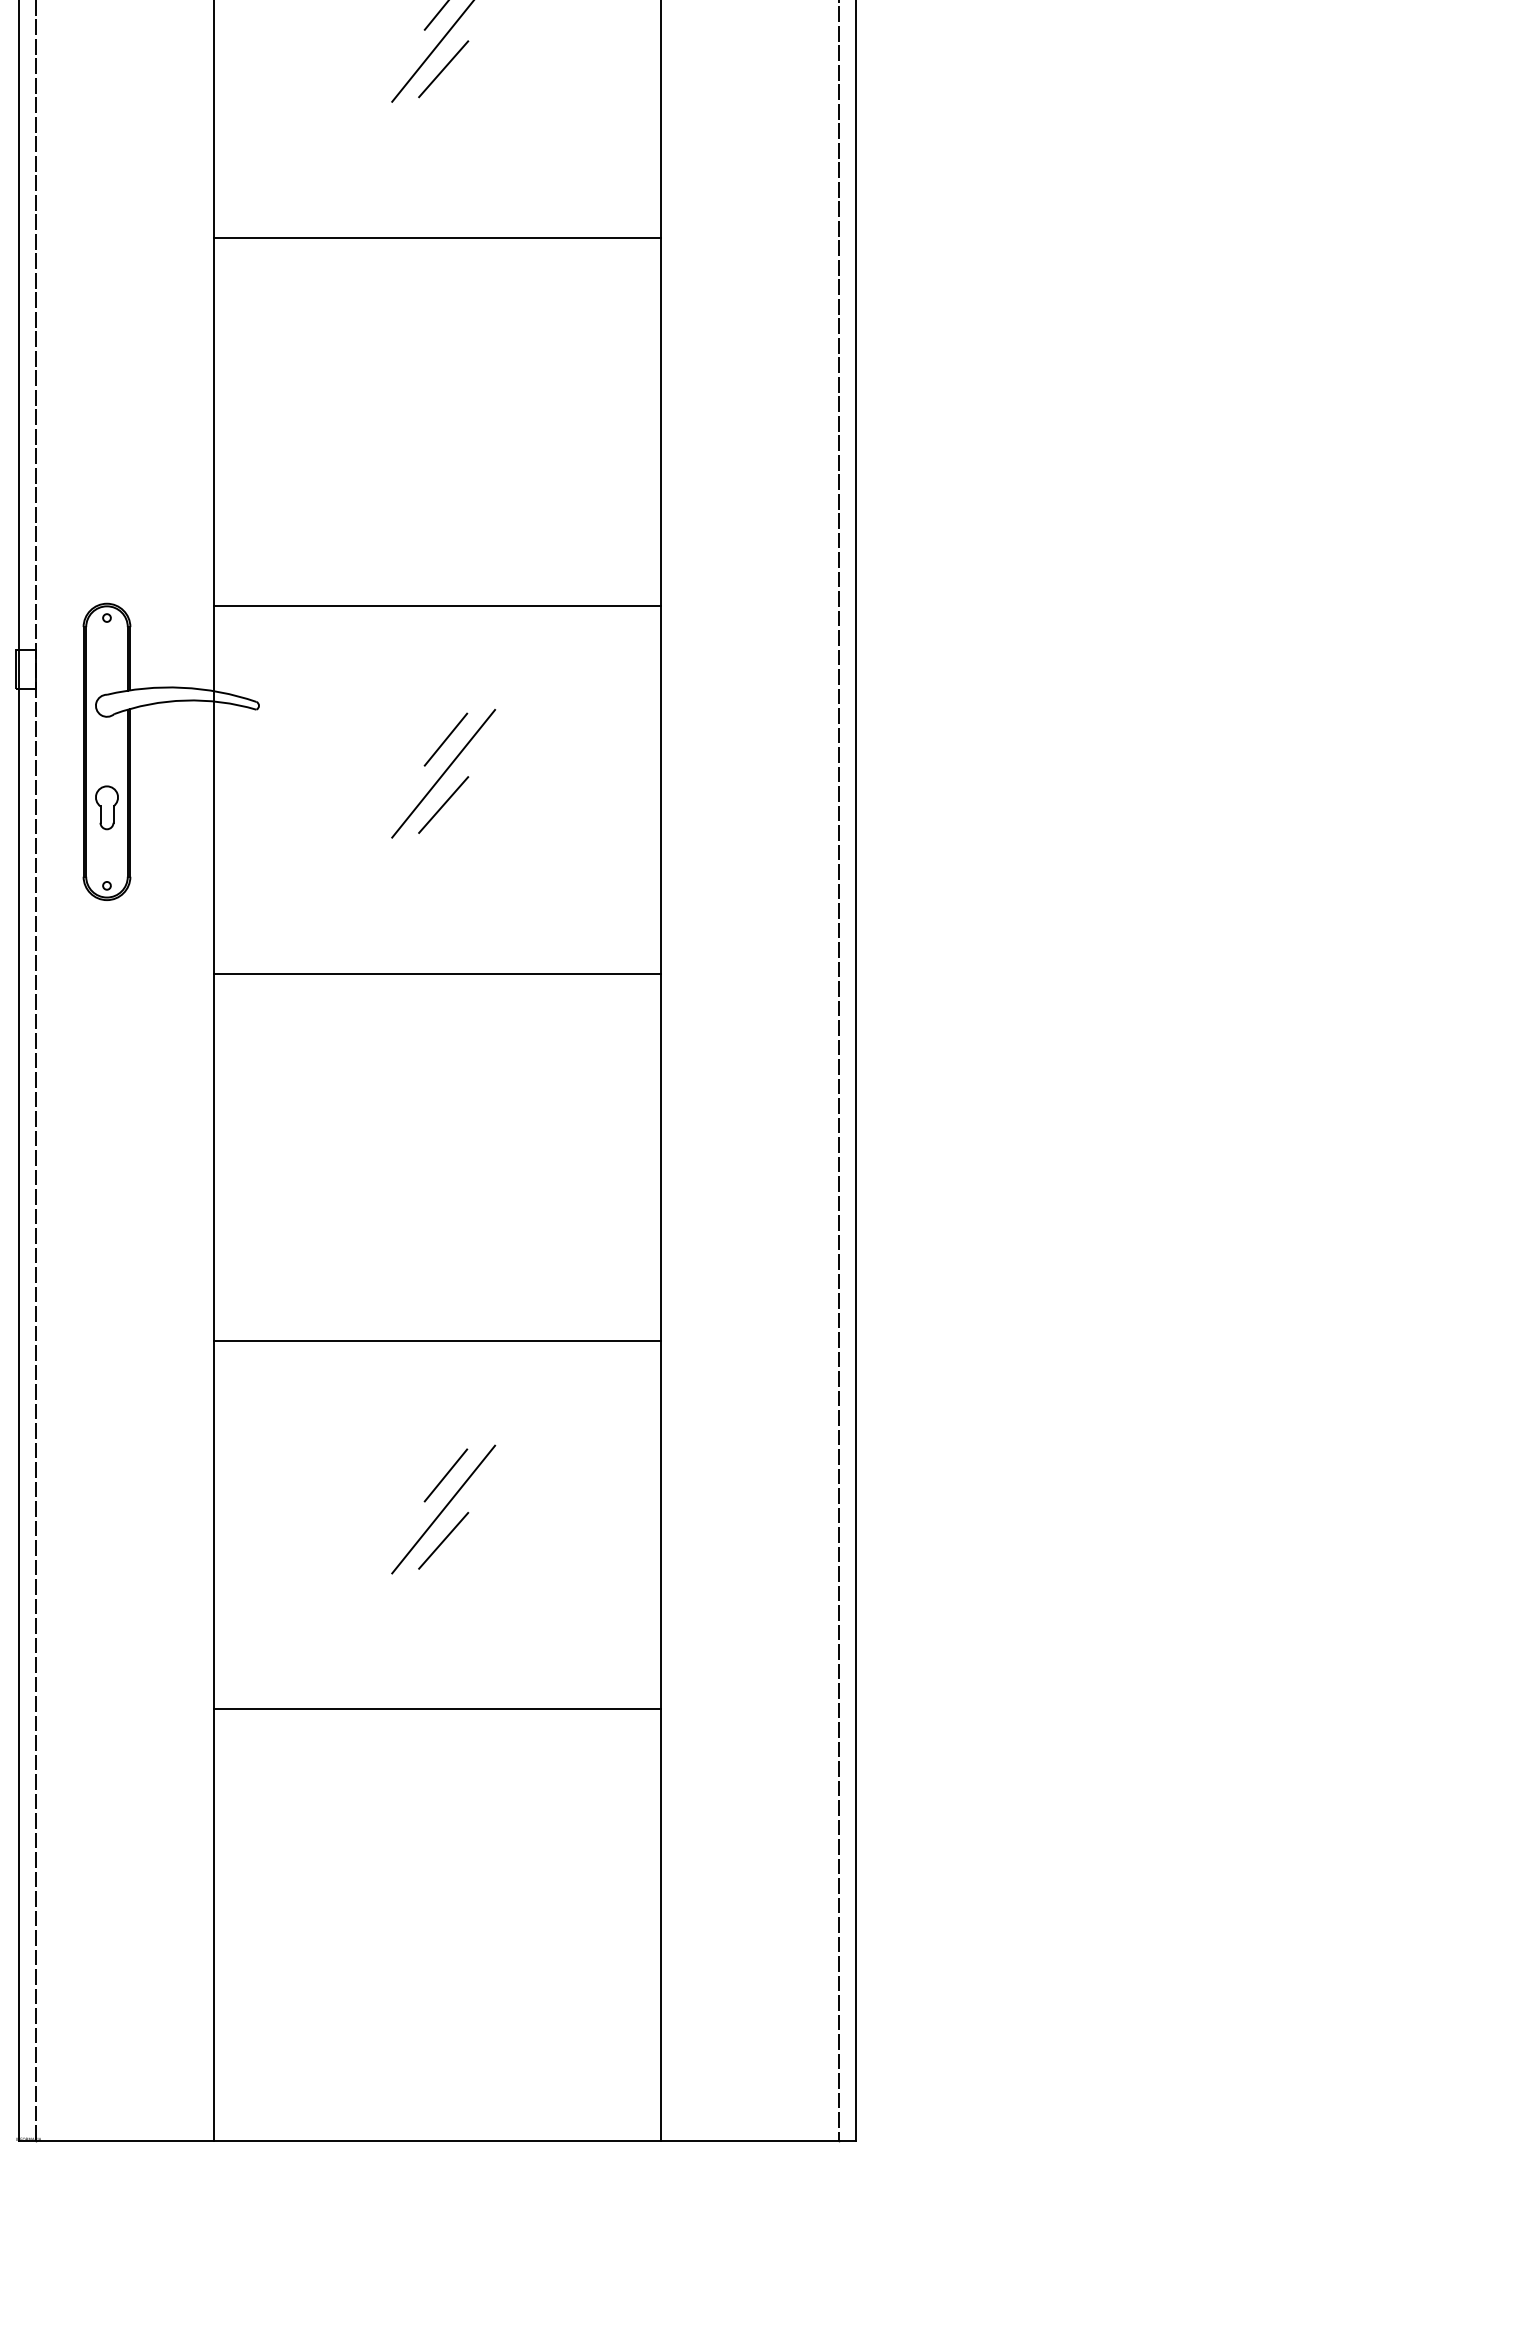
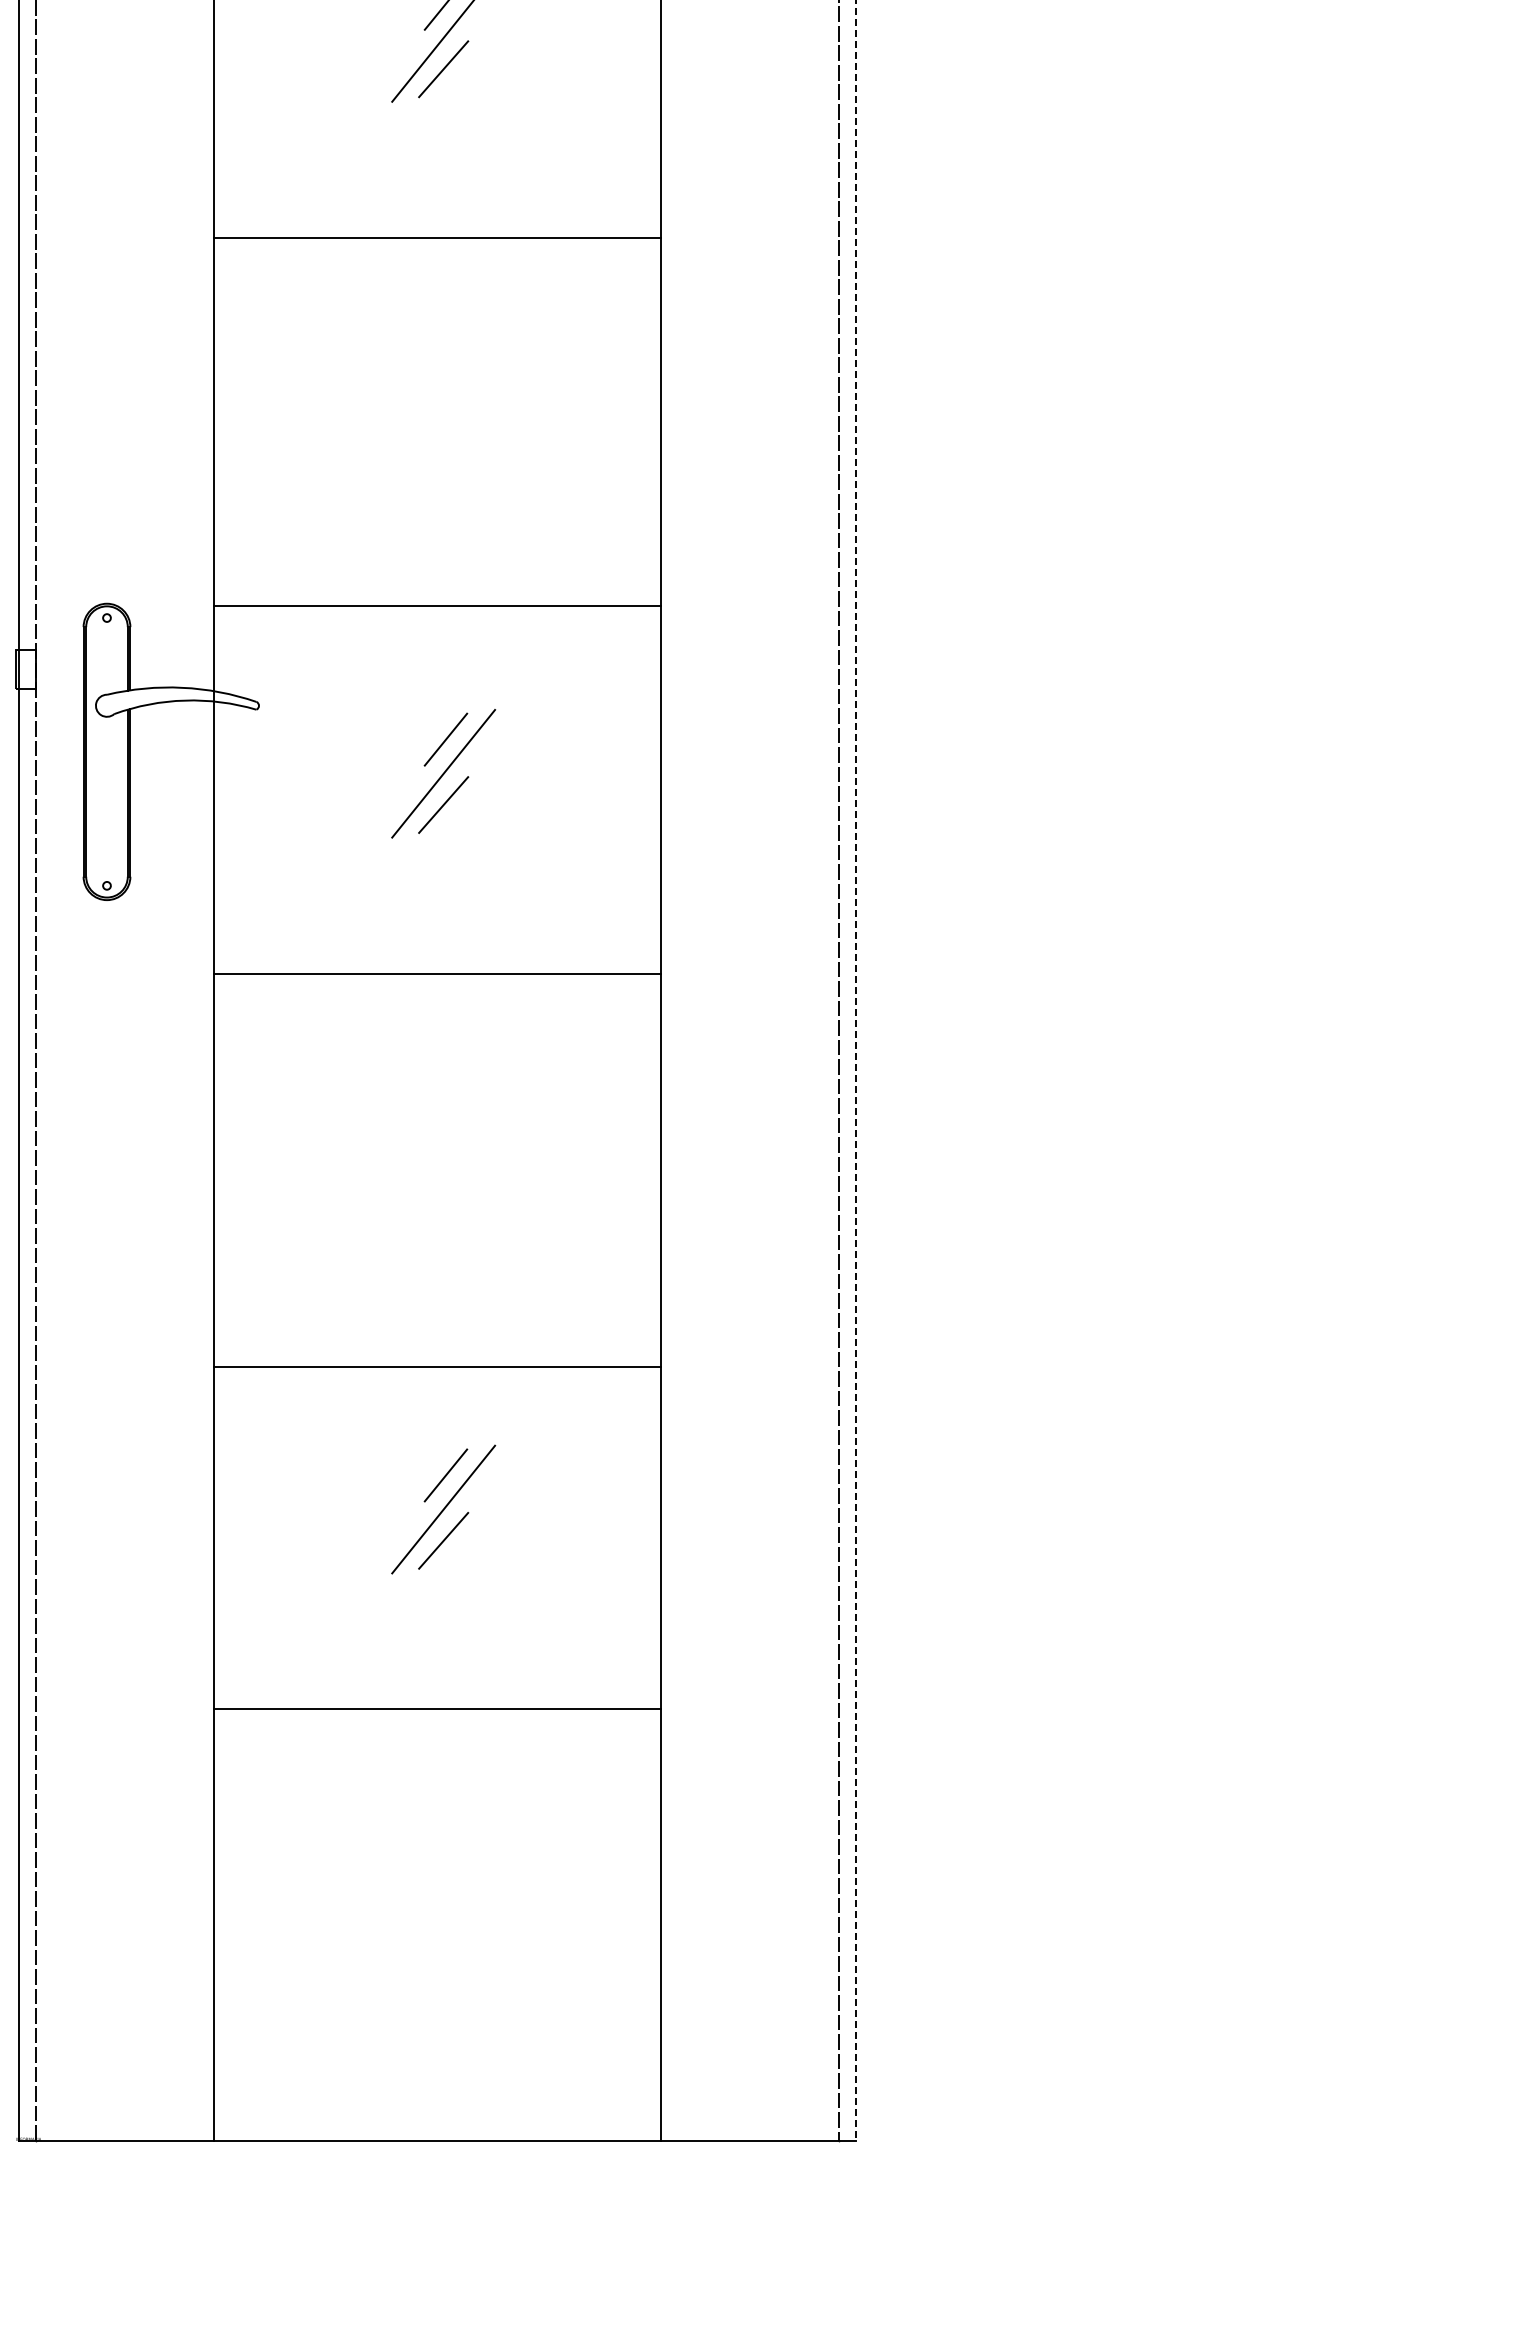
part at (106, 807): present -> none
line at (855, 1071): solid -> dashed
line at (436, 1341) position: (436, 1341) -> (436, 1367)
